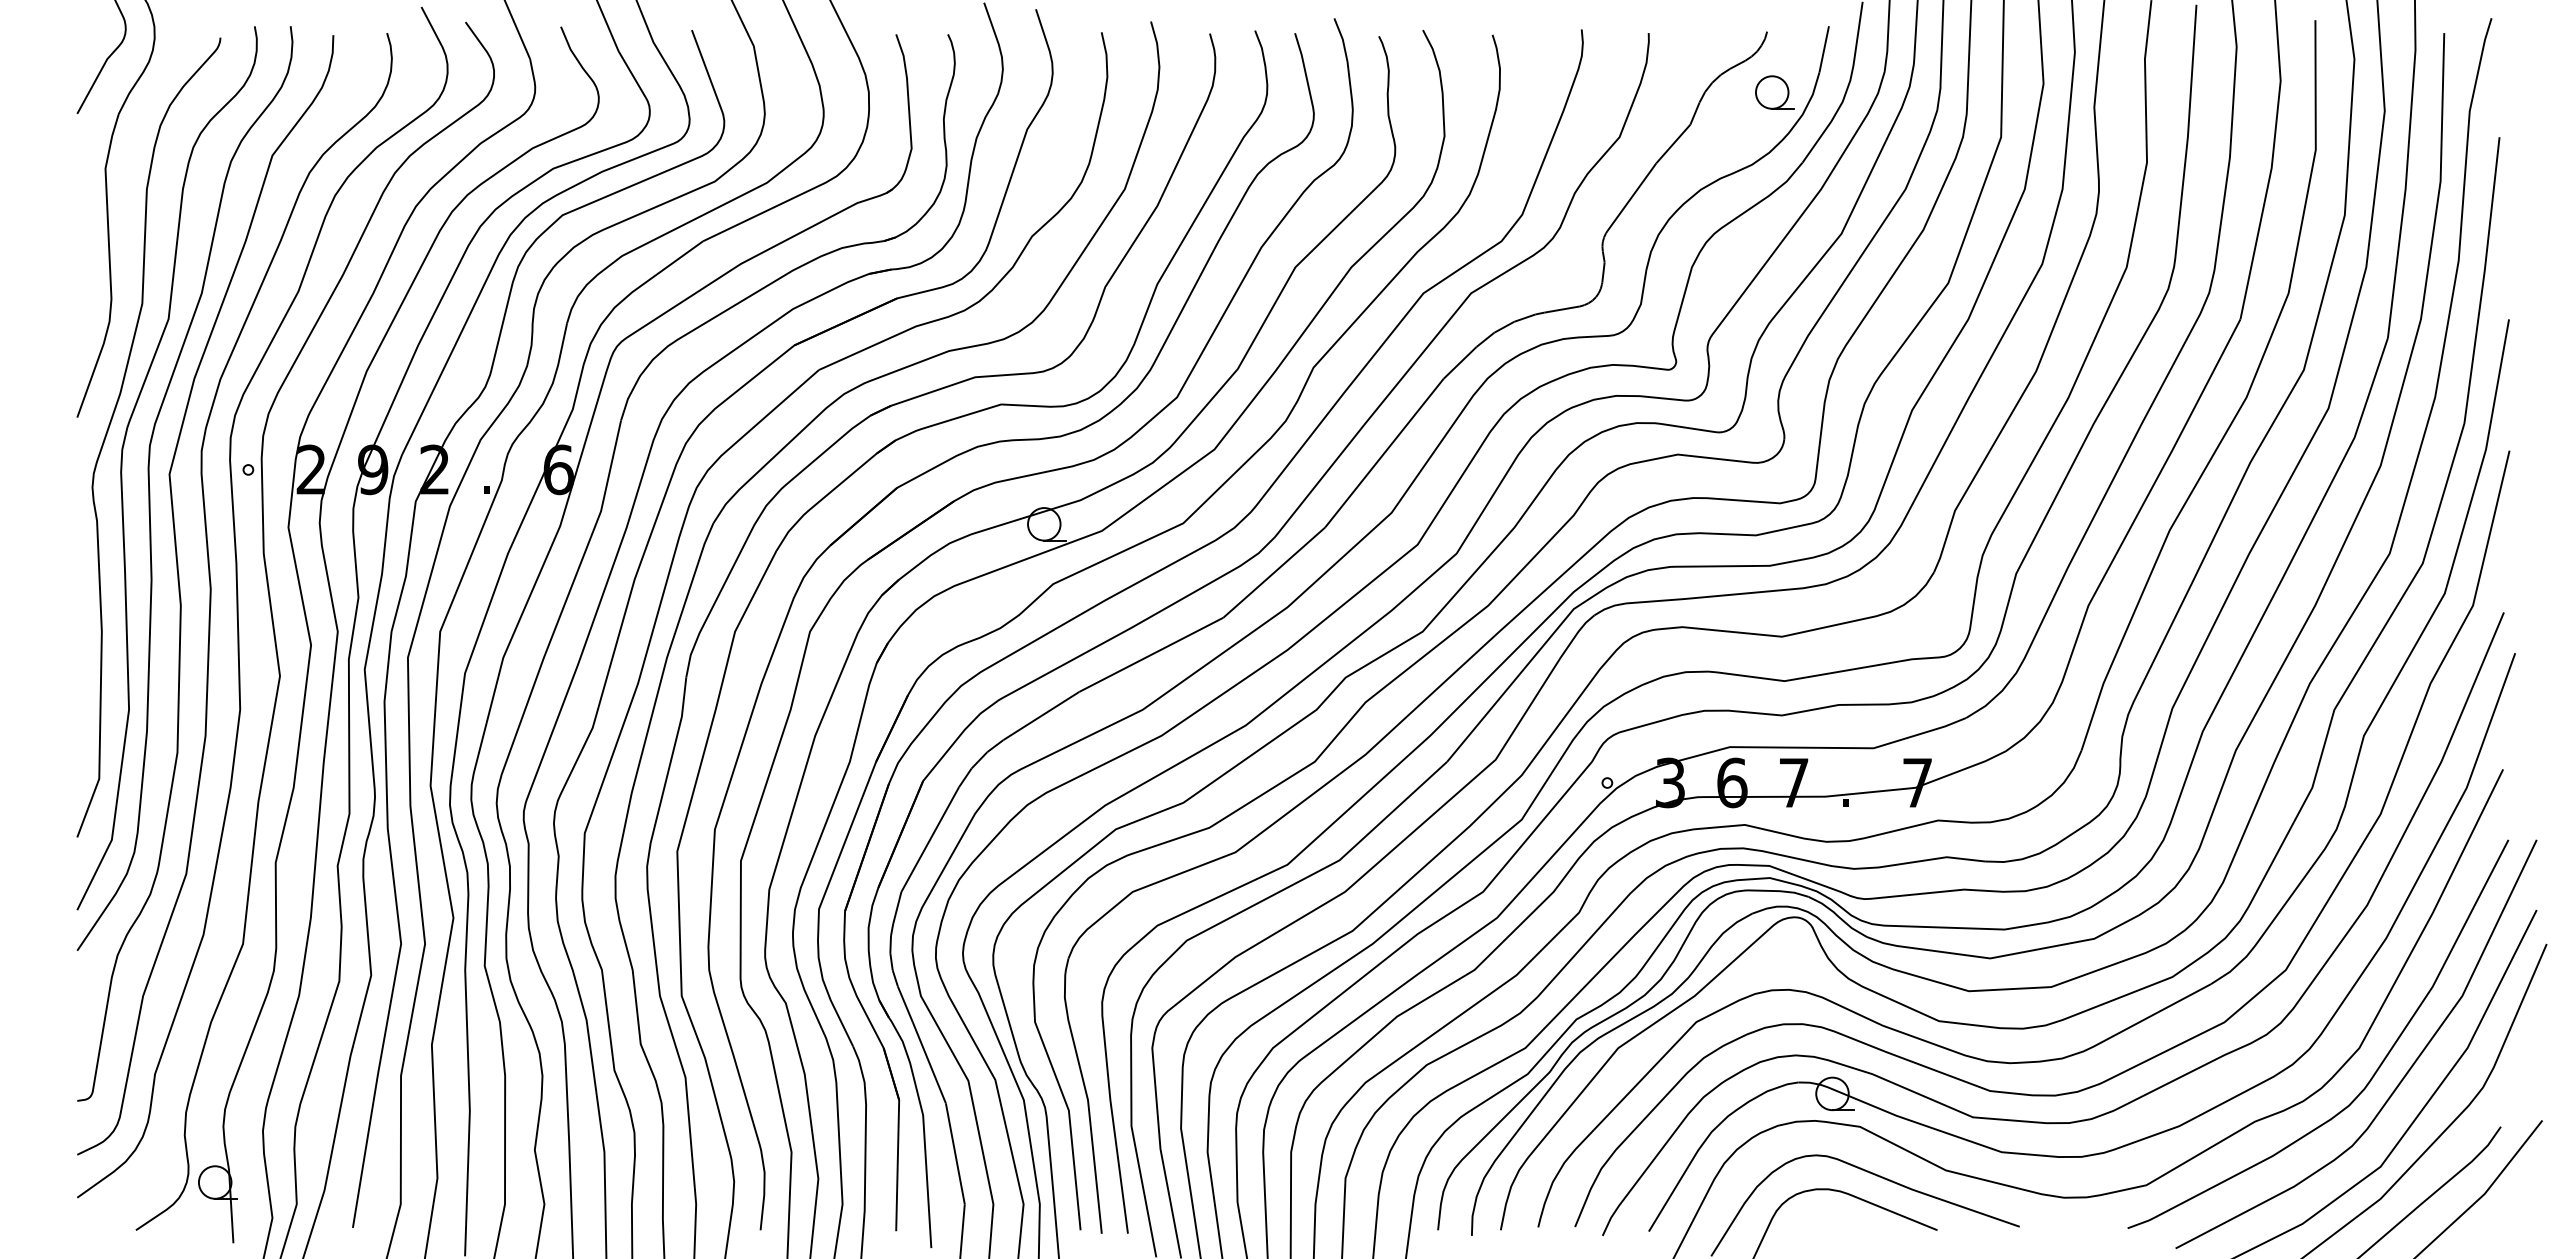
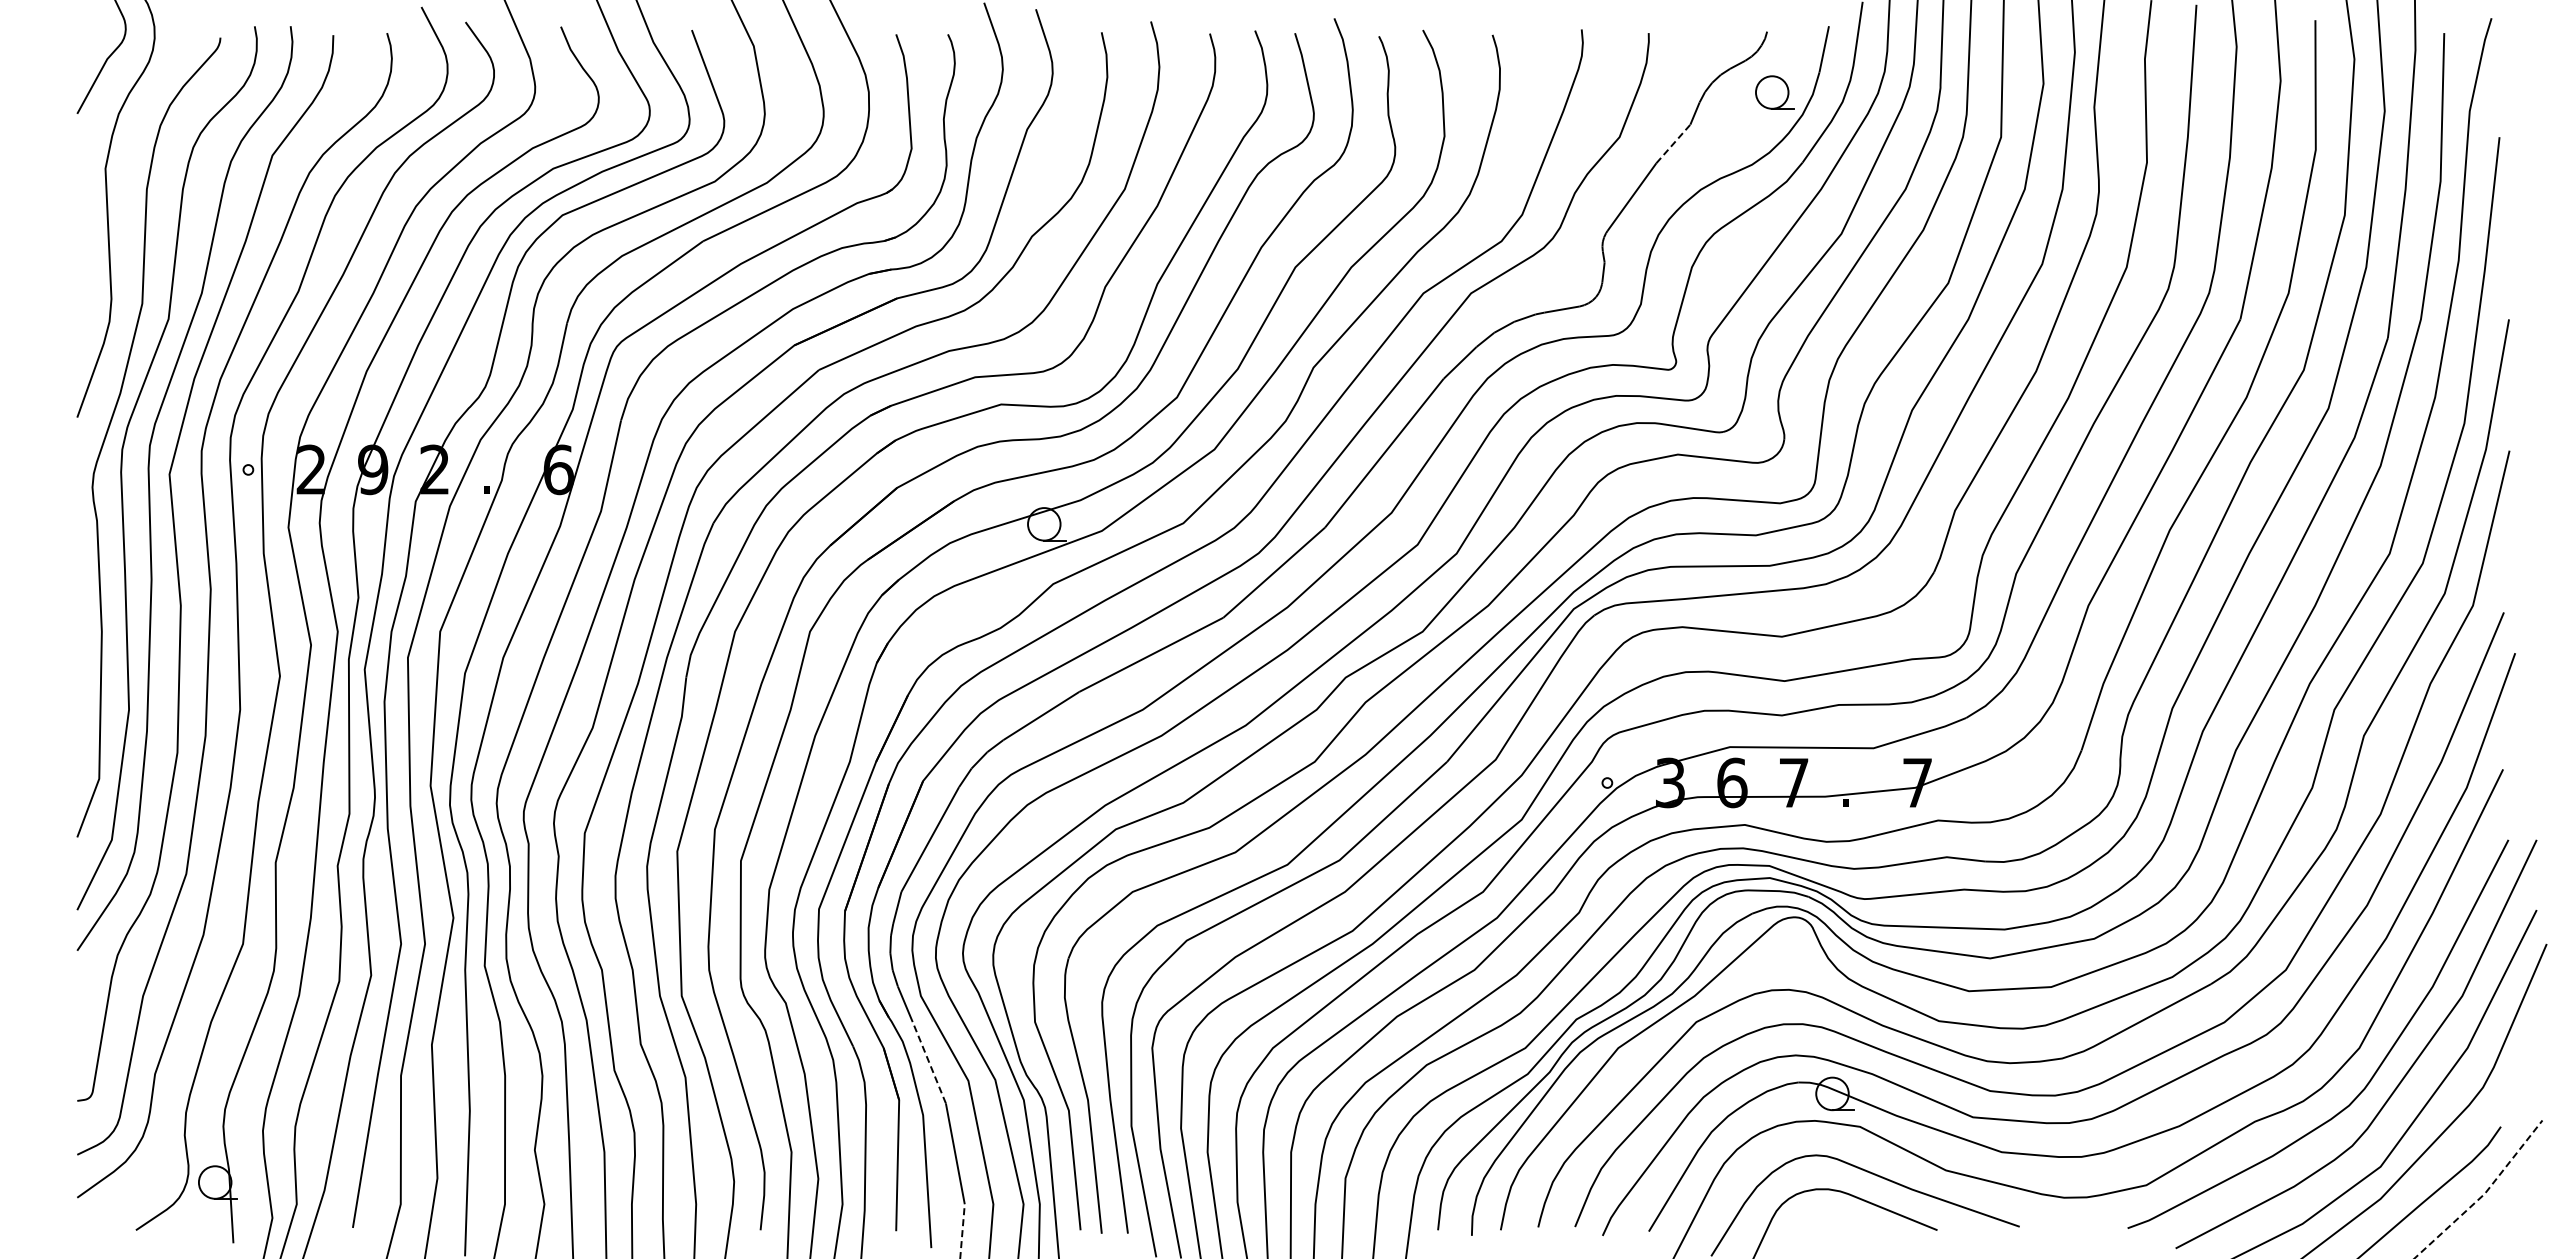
line at (1673, 143): solid -> dashed
line at (929, 1062): solid -> dashed
line at (2484, 1193): solid -> dashed
line at (962, 1231): solid -> dashed
